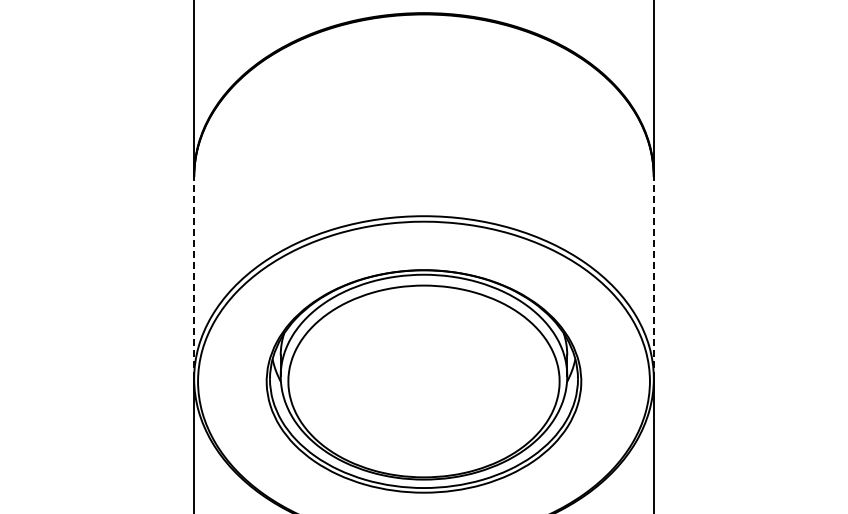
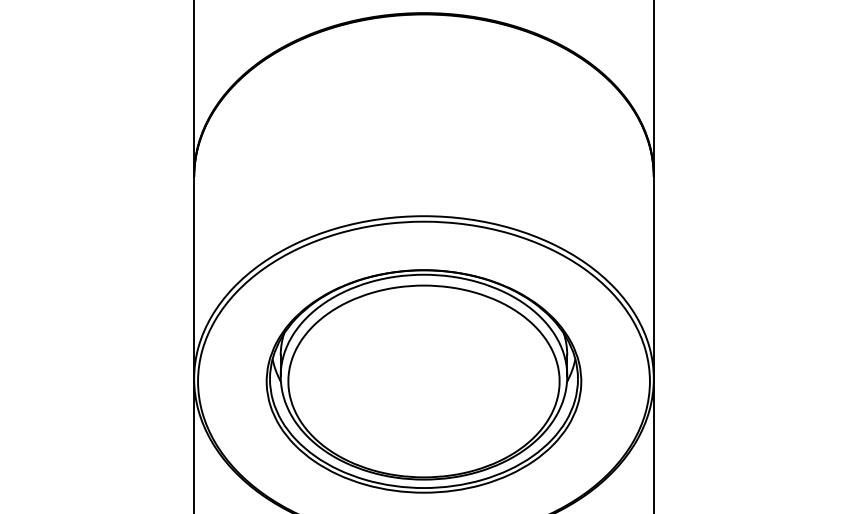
line at (194, 277): dashed -> solid
line at (653, 277): dashed -> solid
